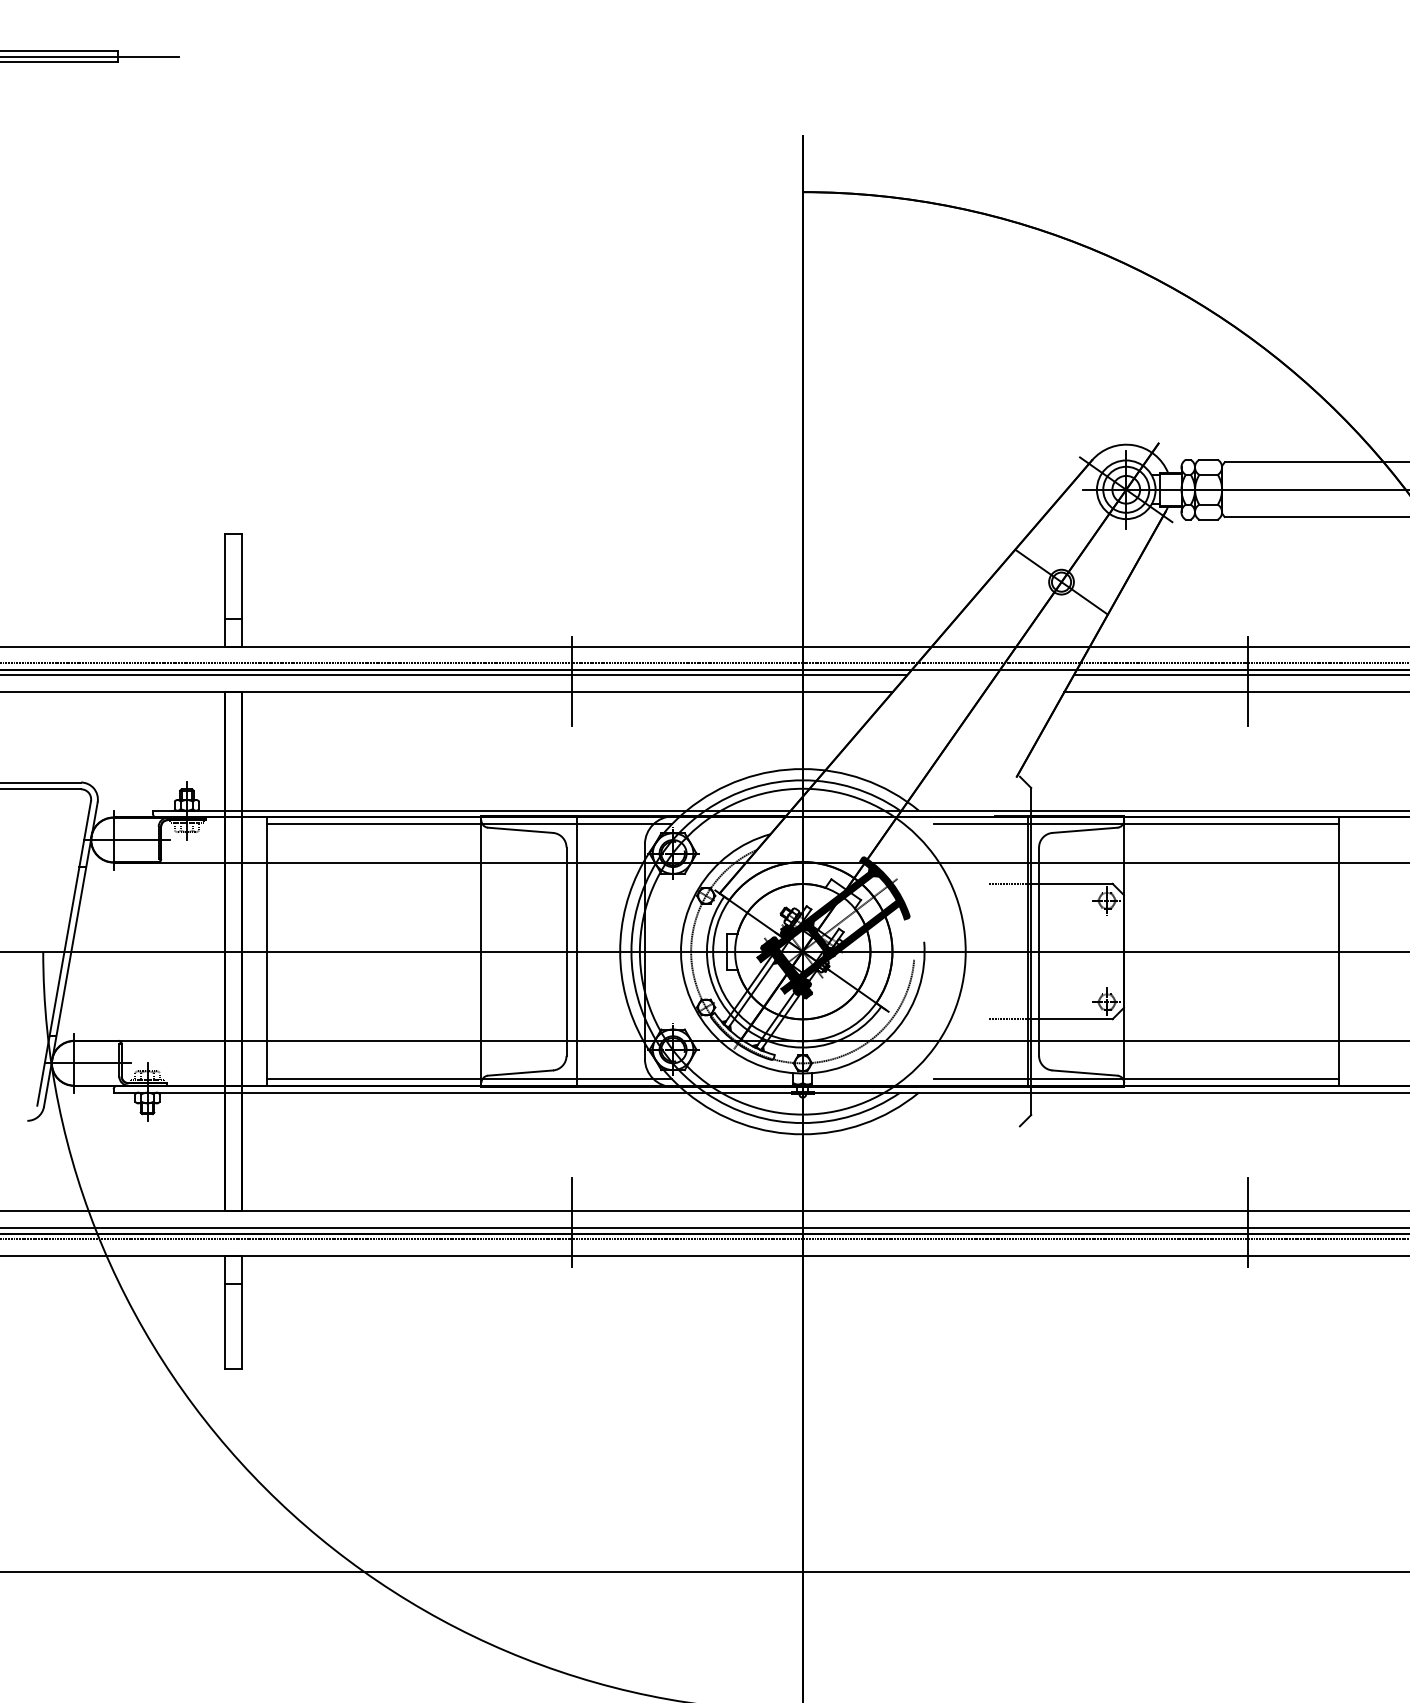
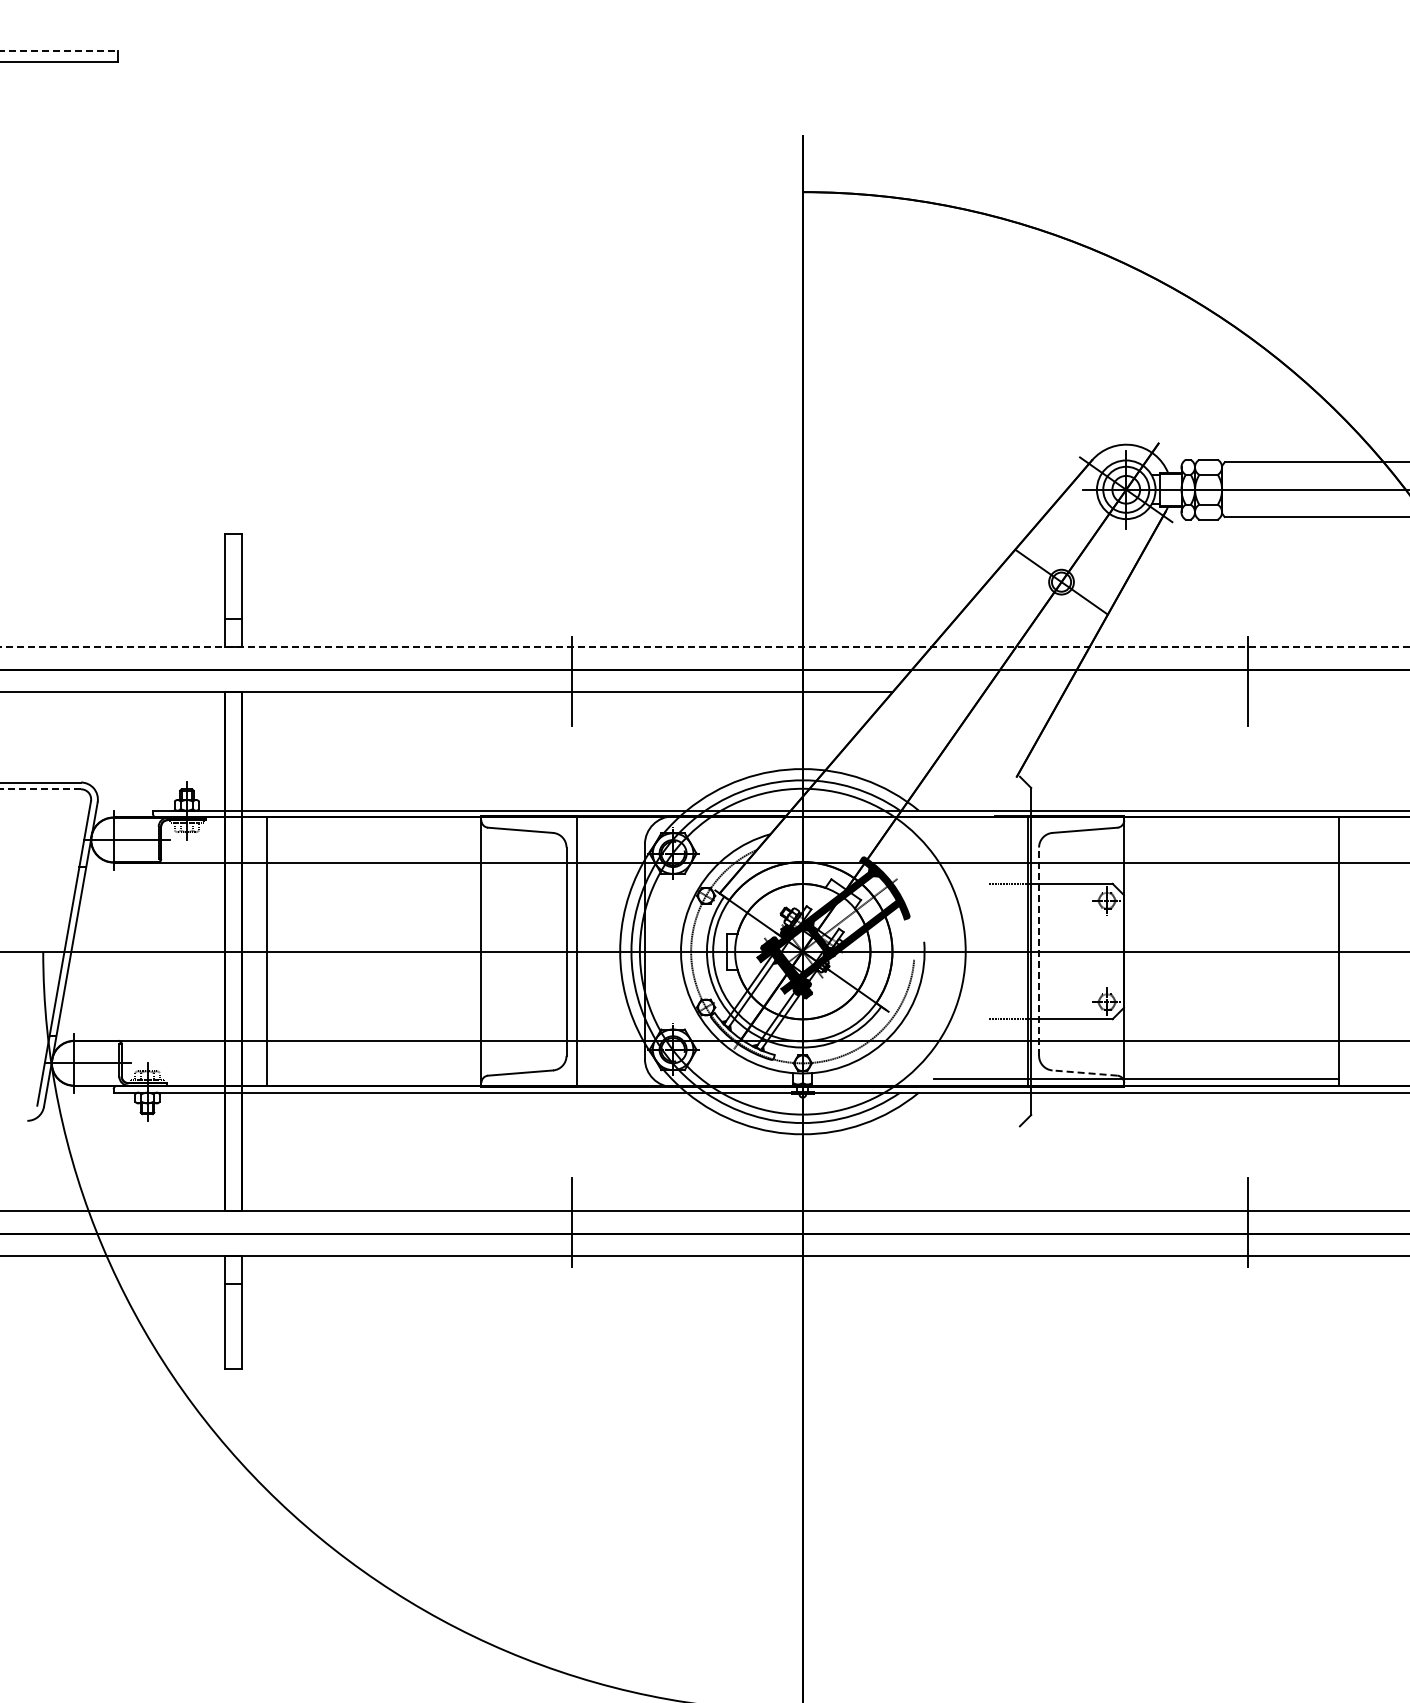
line at (59, 51): solid -> dashed
line at (90, 56): present -> none
line at (705, 647): solid -> dashed
line at (704, 663): present -> none
line at (454, 675): present -> none
line at (1239, 675): present -> none
line at (1235, 692): present -> none
line at (40, 789): solid -> dashed
line at (469, 824): present -> none
line at (1135, 824): present -> none
line at (1039, 951): solid -> dashed
line at (1085, 1073): solid -> dashed
line at (469, 1079): present -> none
line at (704, 1228): present -> none
line at (704, 1239): present -> none
line at (704, 1571): present -> none
